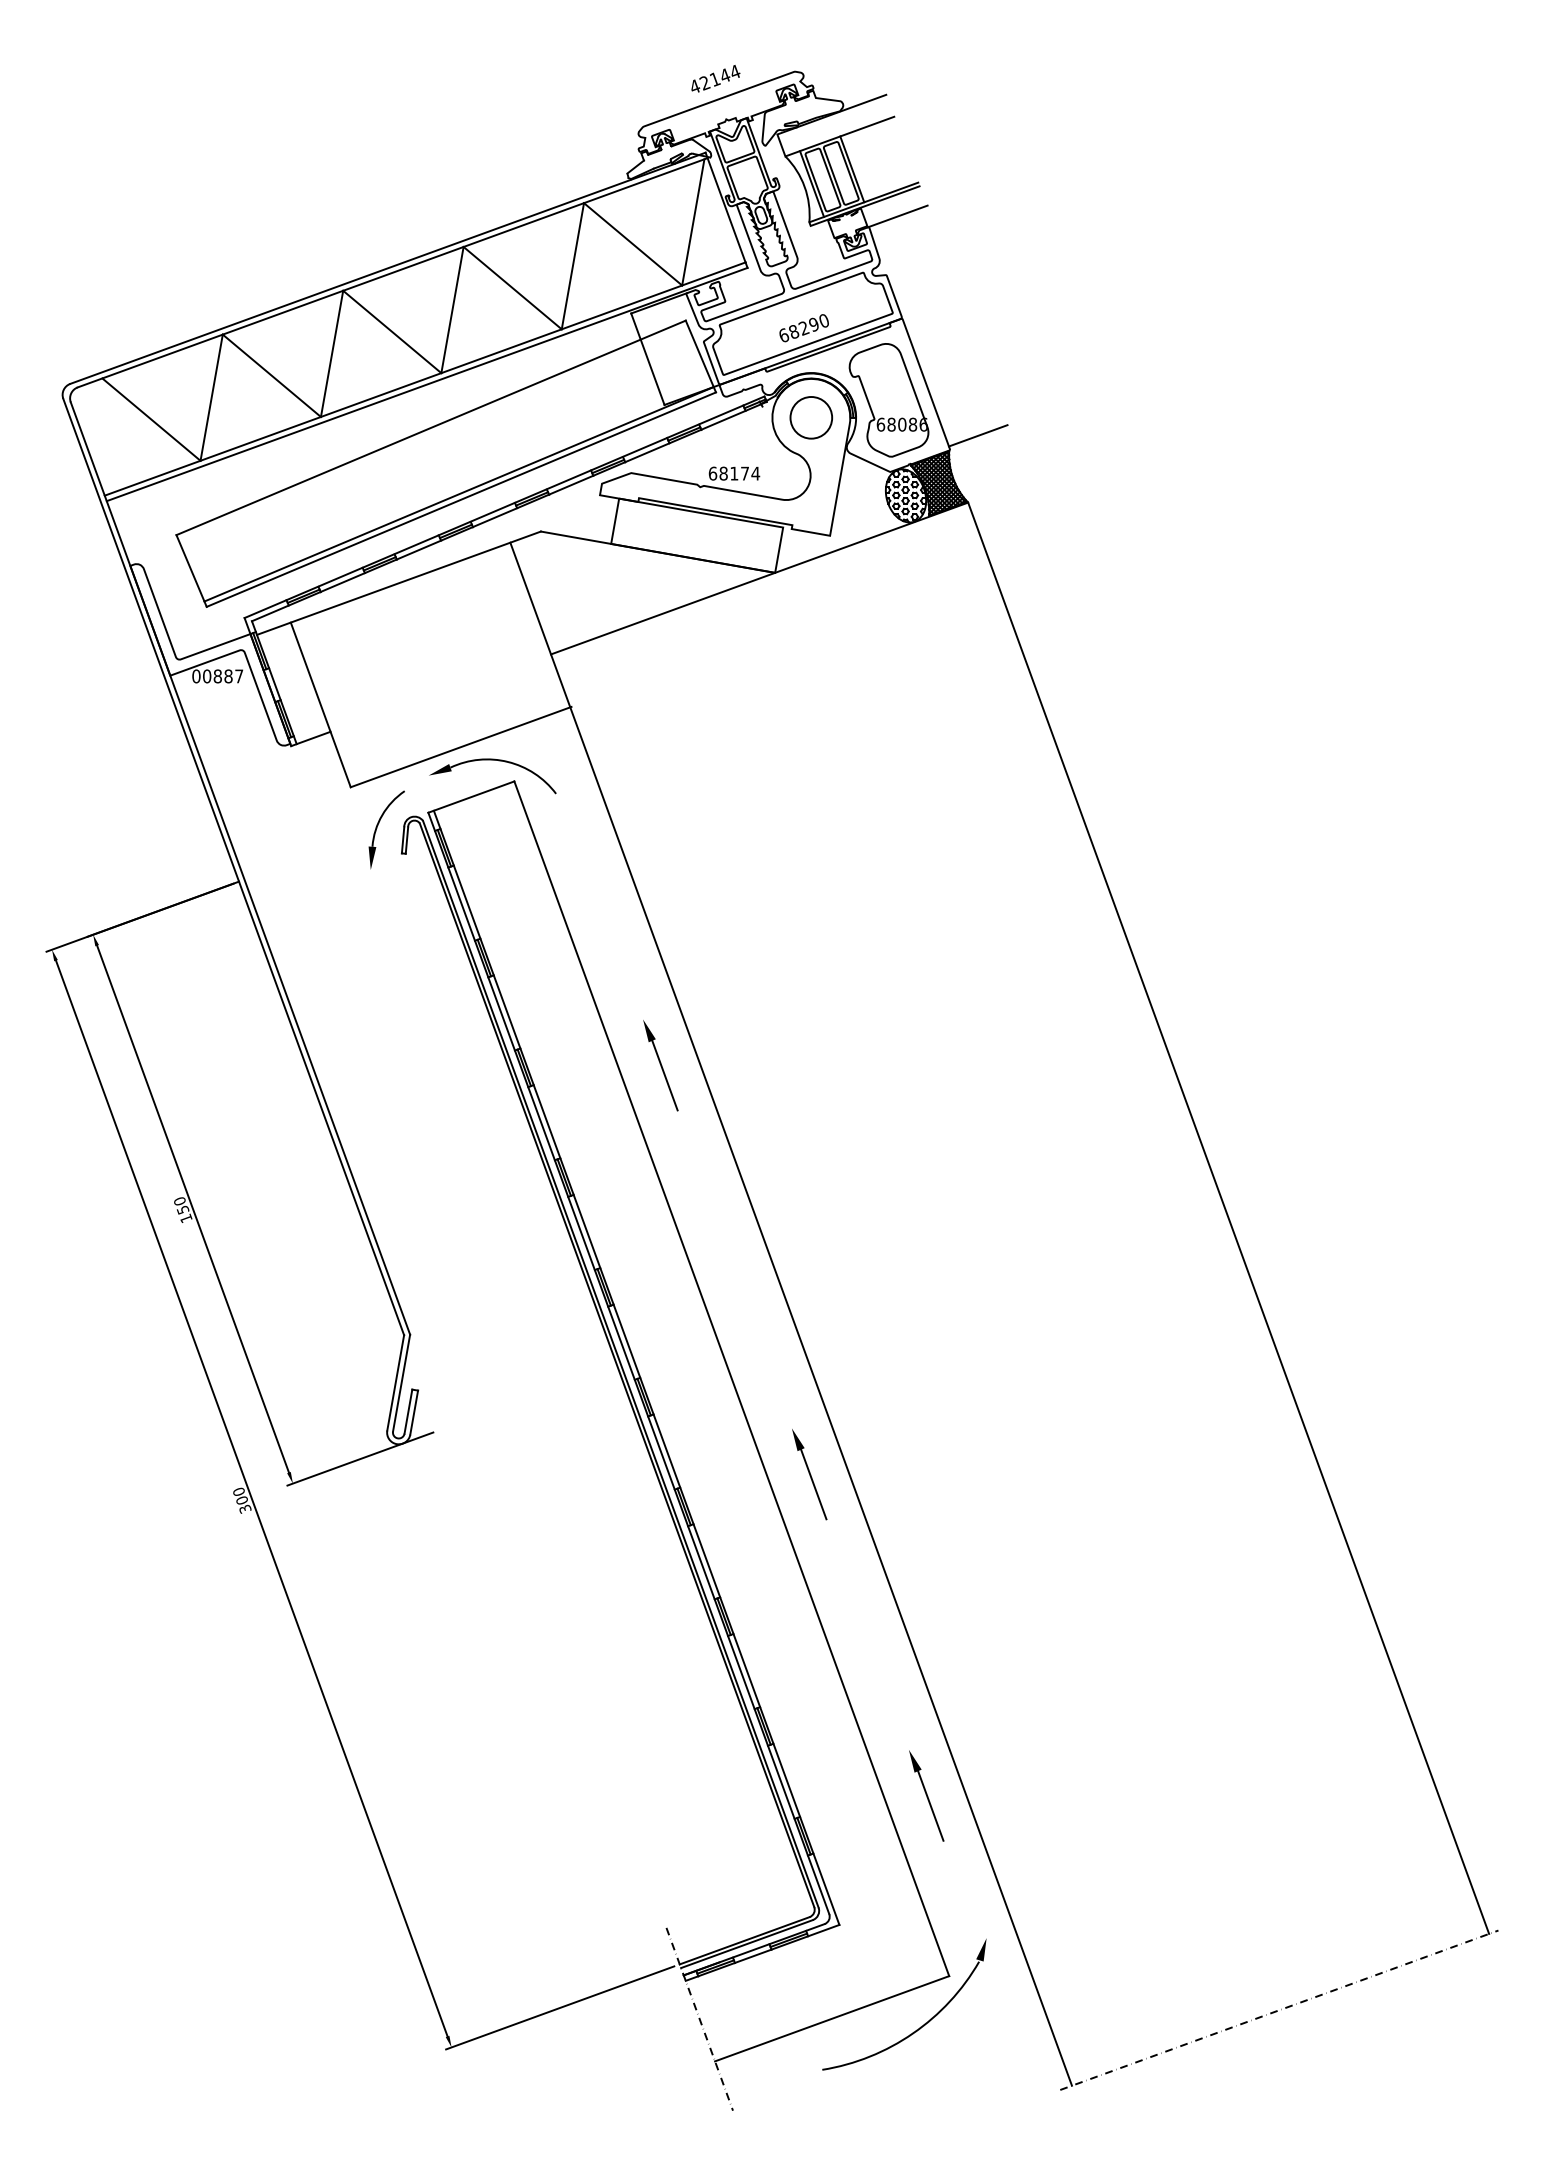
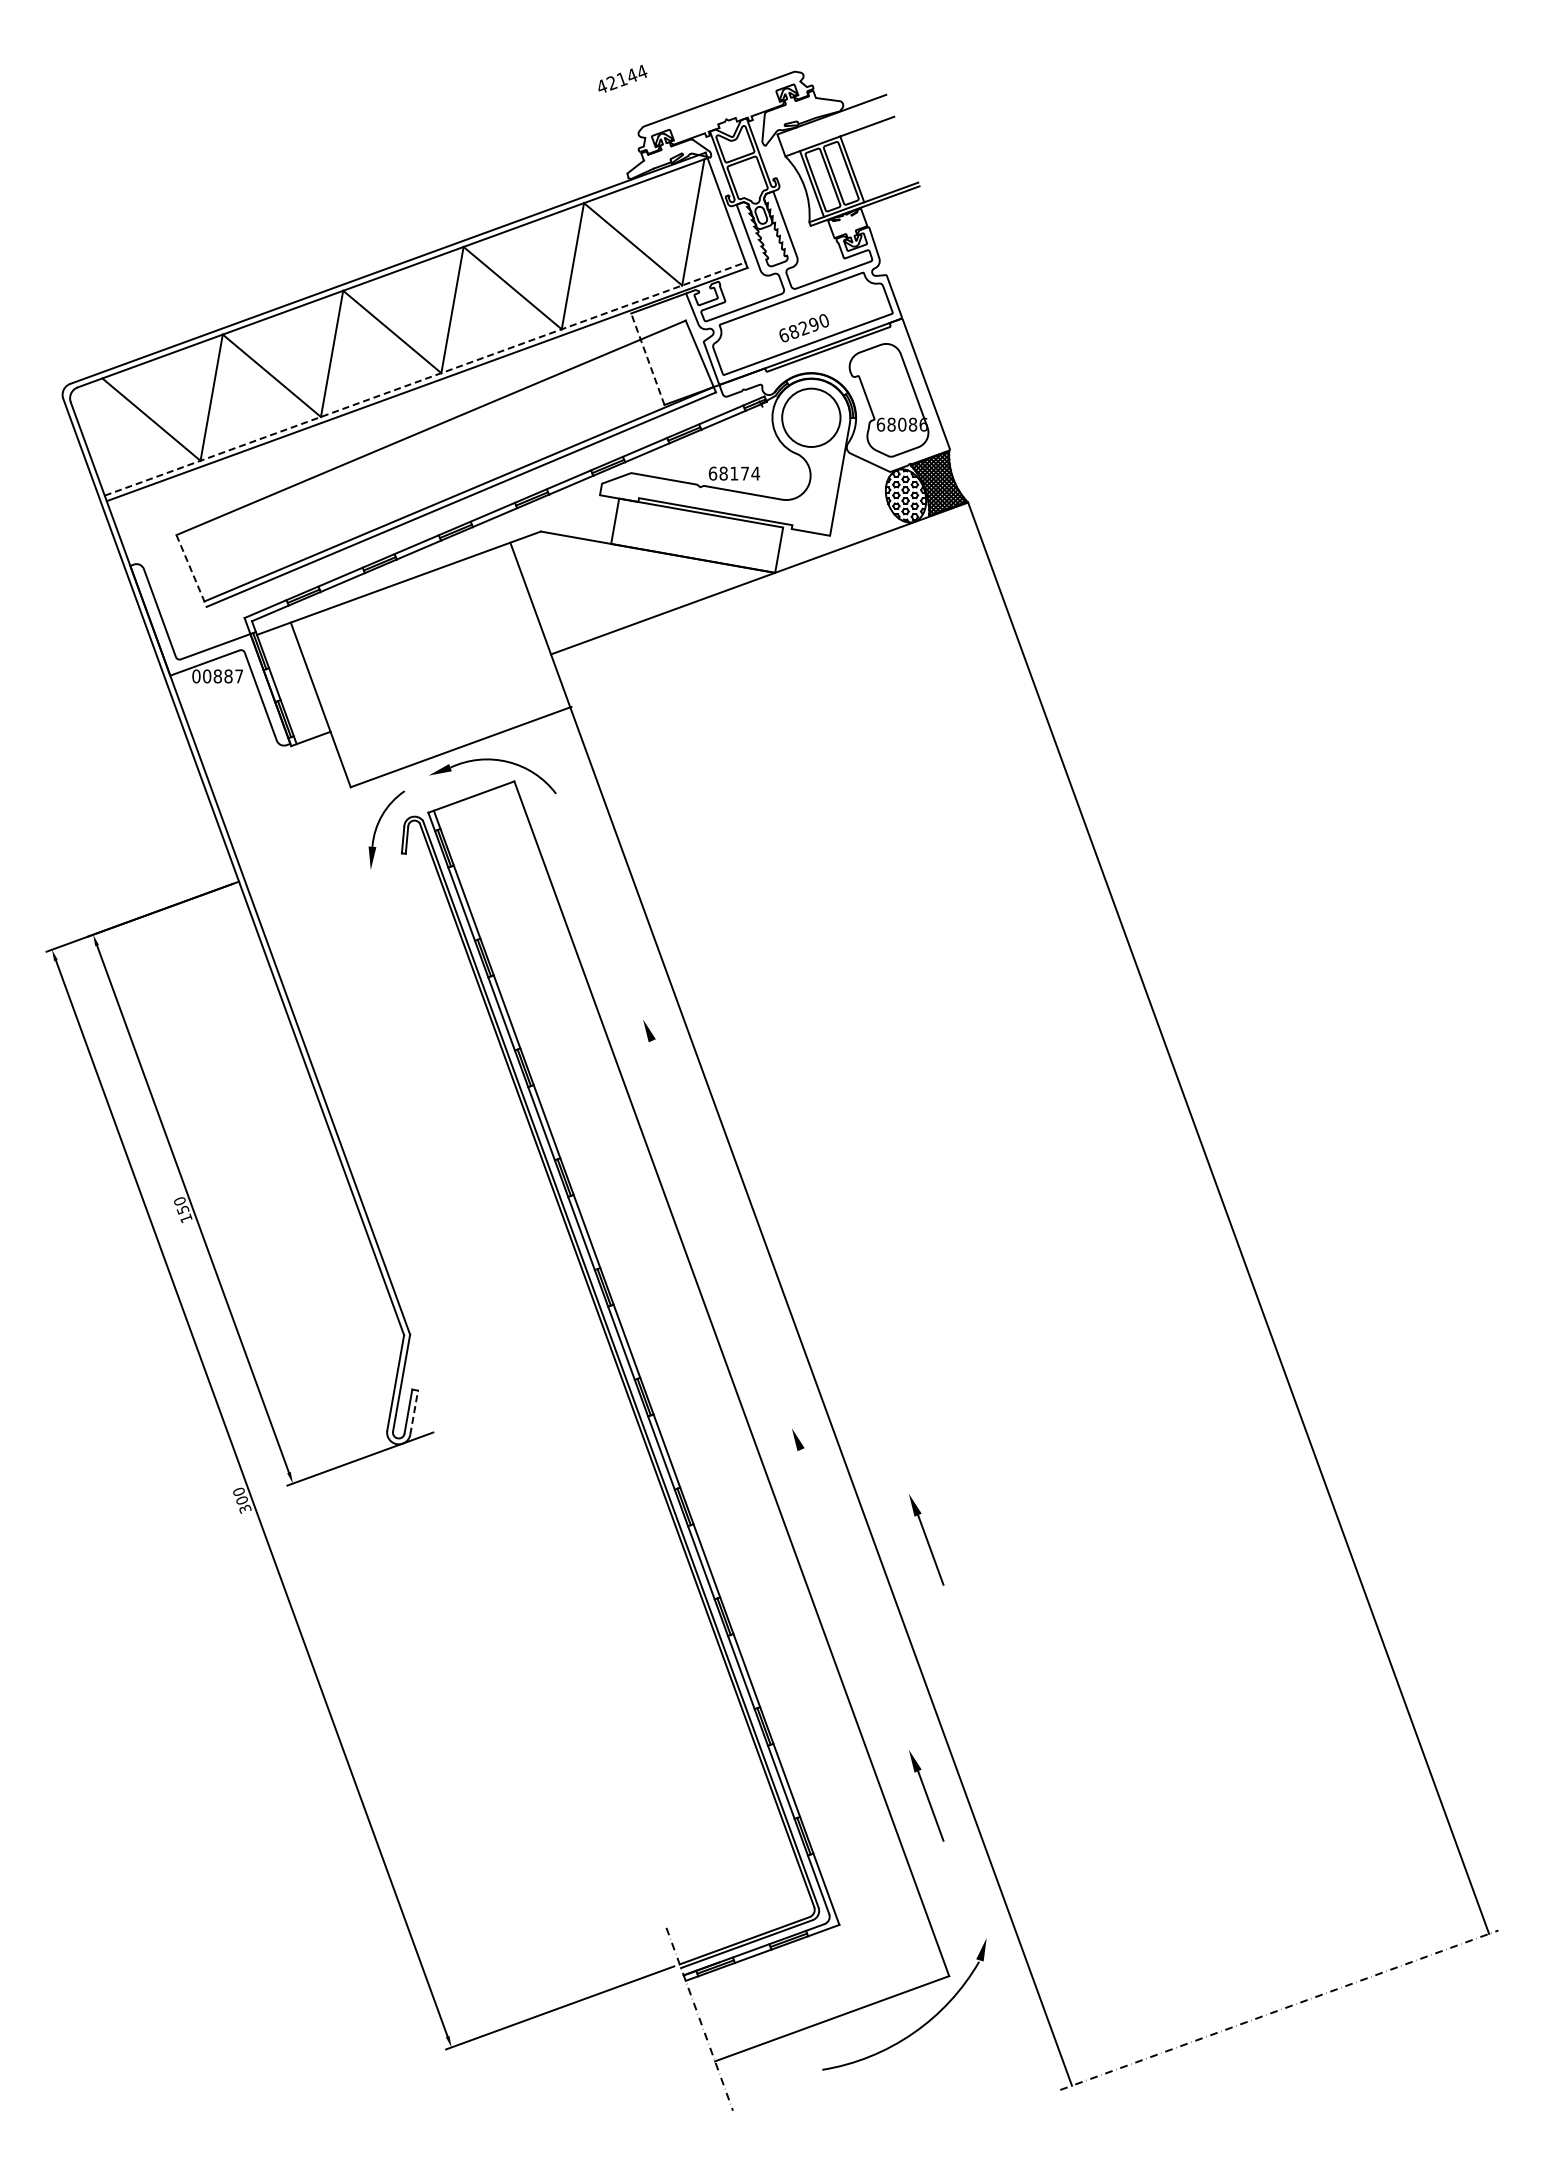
text at (715, 78) position: (715, 78) -> (622, 78)
line at (897, 216): present -> none
line at (647, 359): solid -> dashed
line at (425, 379): solid -> dashed
circle at (811, 417) diameter: 42 px -> 58 px
line at (977, 435): present -> none
line at (191, 571): solid -> dashed
line at (664, 1075): present -> none
line at (414, 1412): solid -> dashed
line at (813, 1484): present -> none
part at (926, 1539): none -> present
